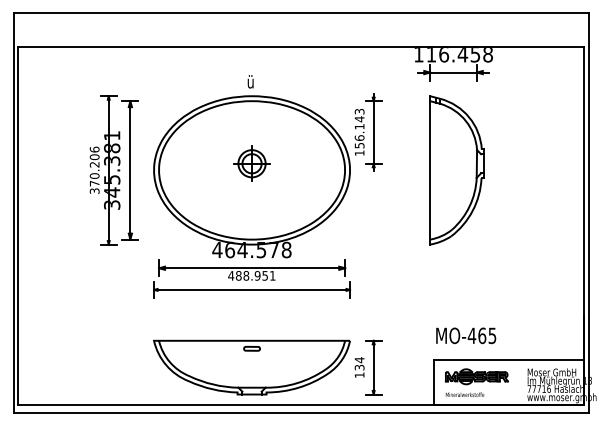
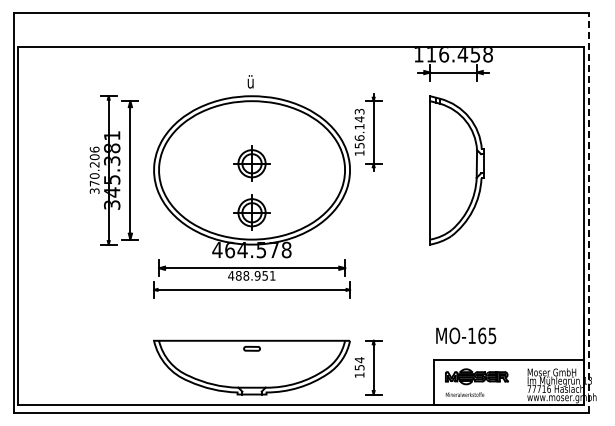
part at (251, 212): none -> present
line at (588, 212): solid -> dashed
text at (471, 335): MO-465 -> MO-165
text at (358, 367): 134 -> 154
